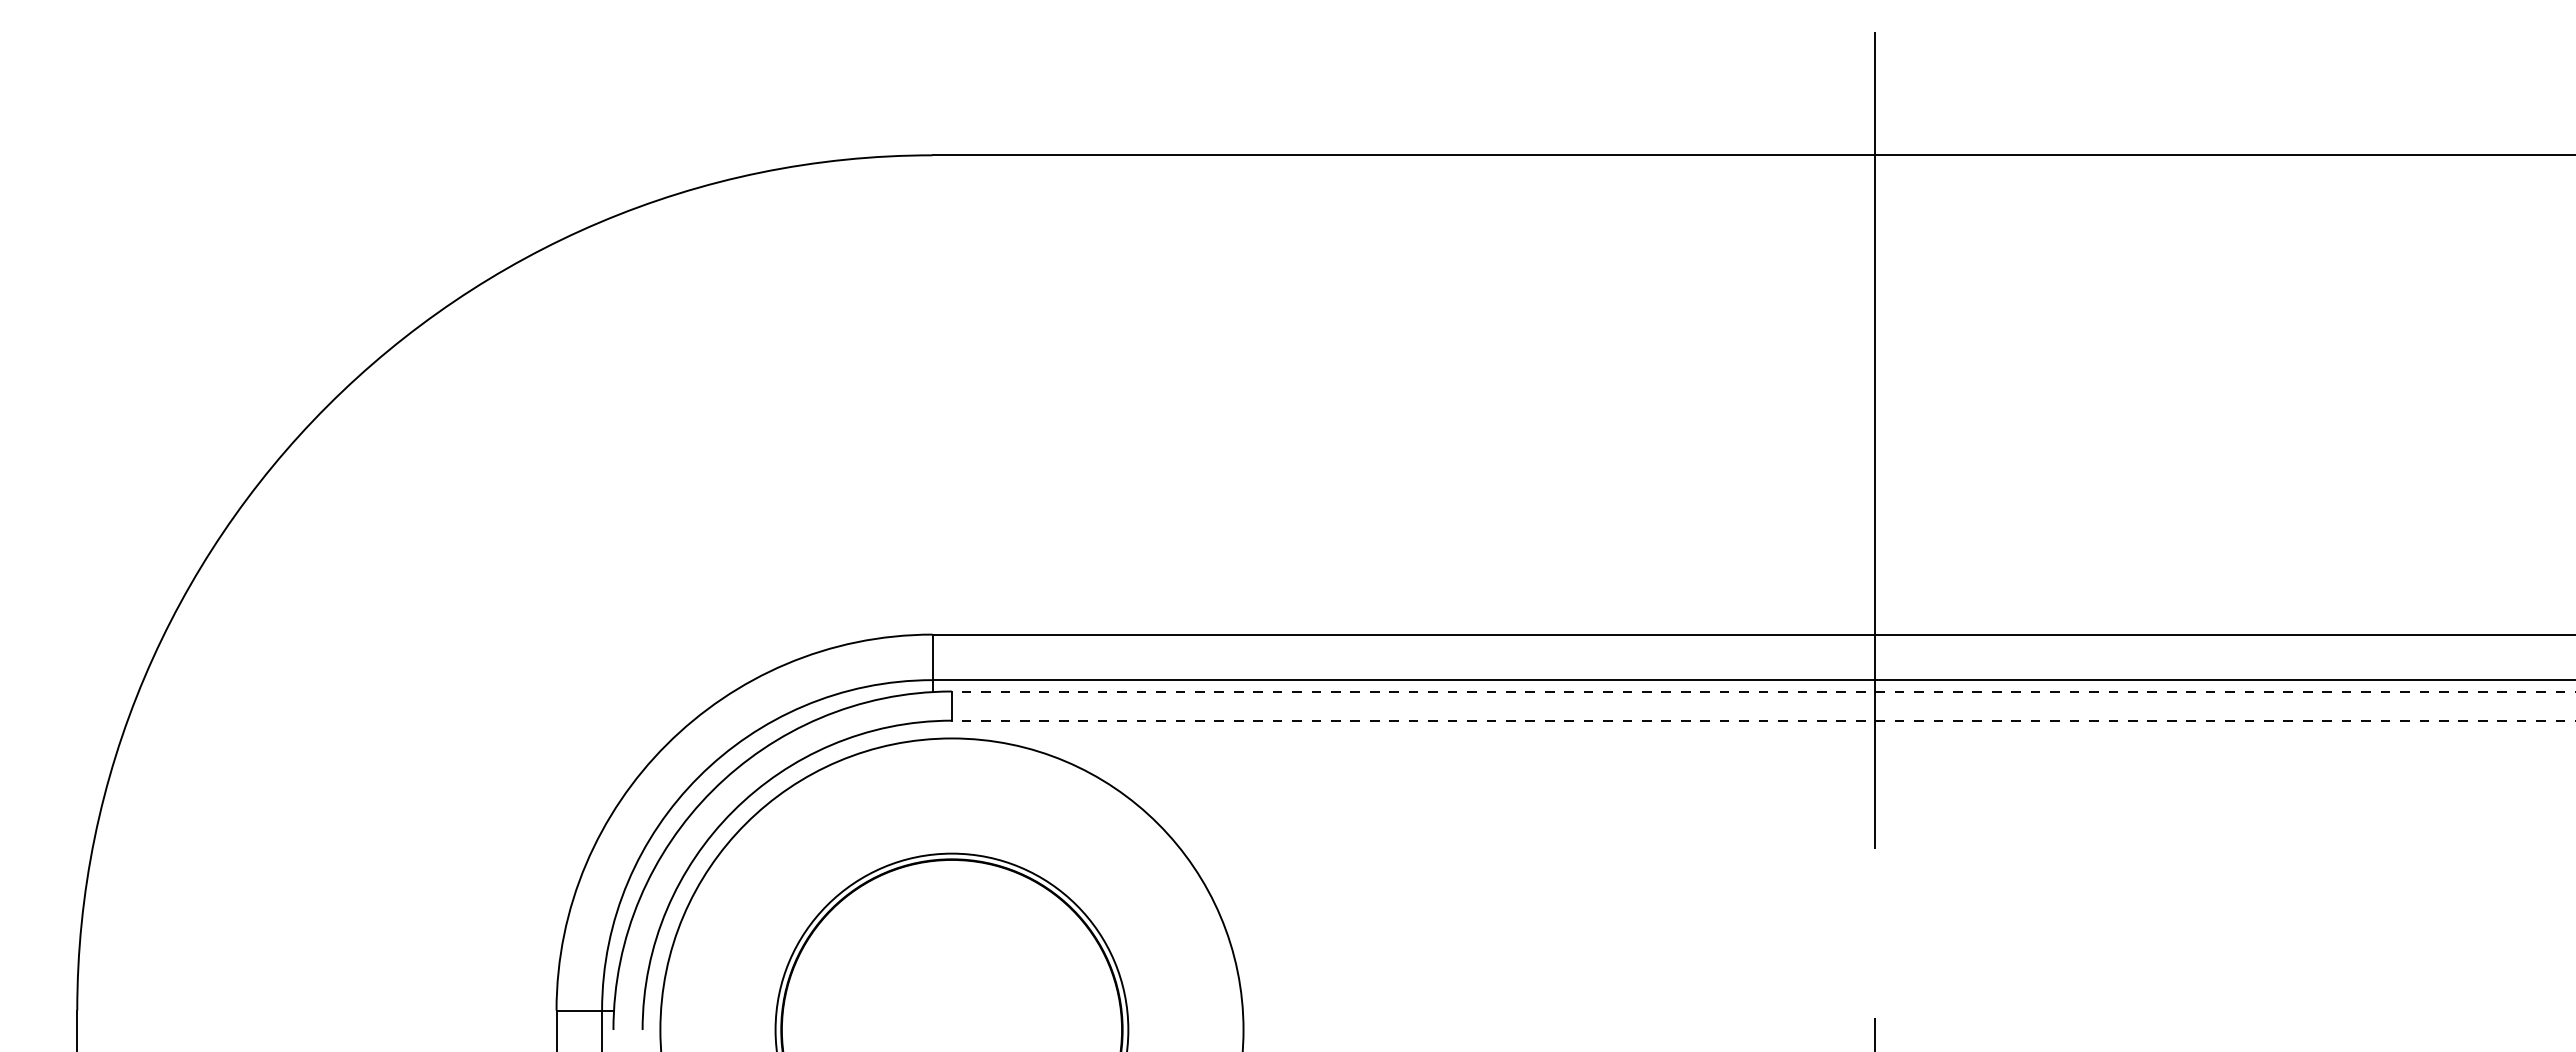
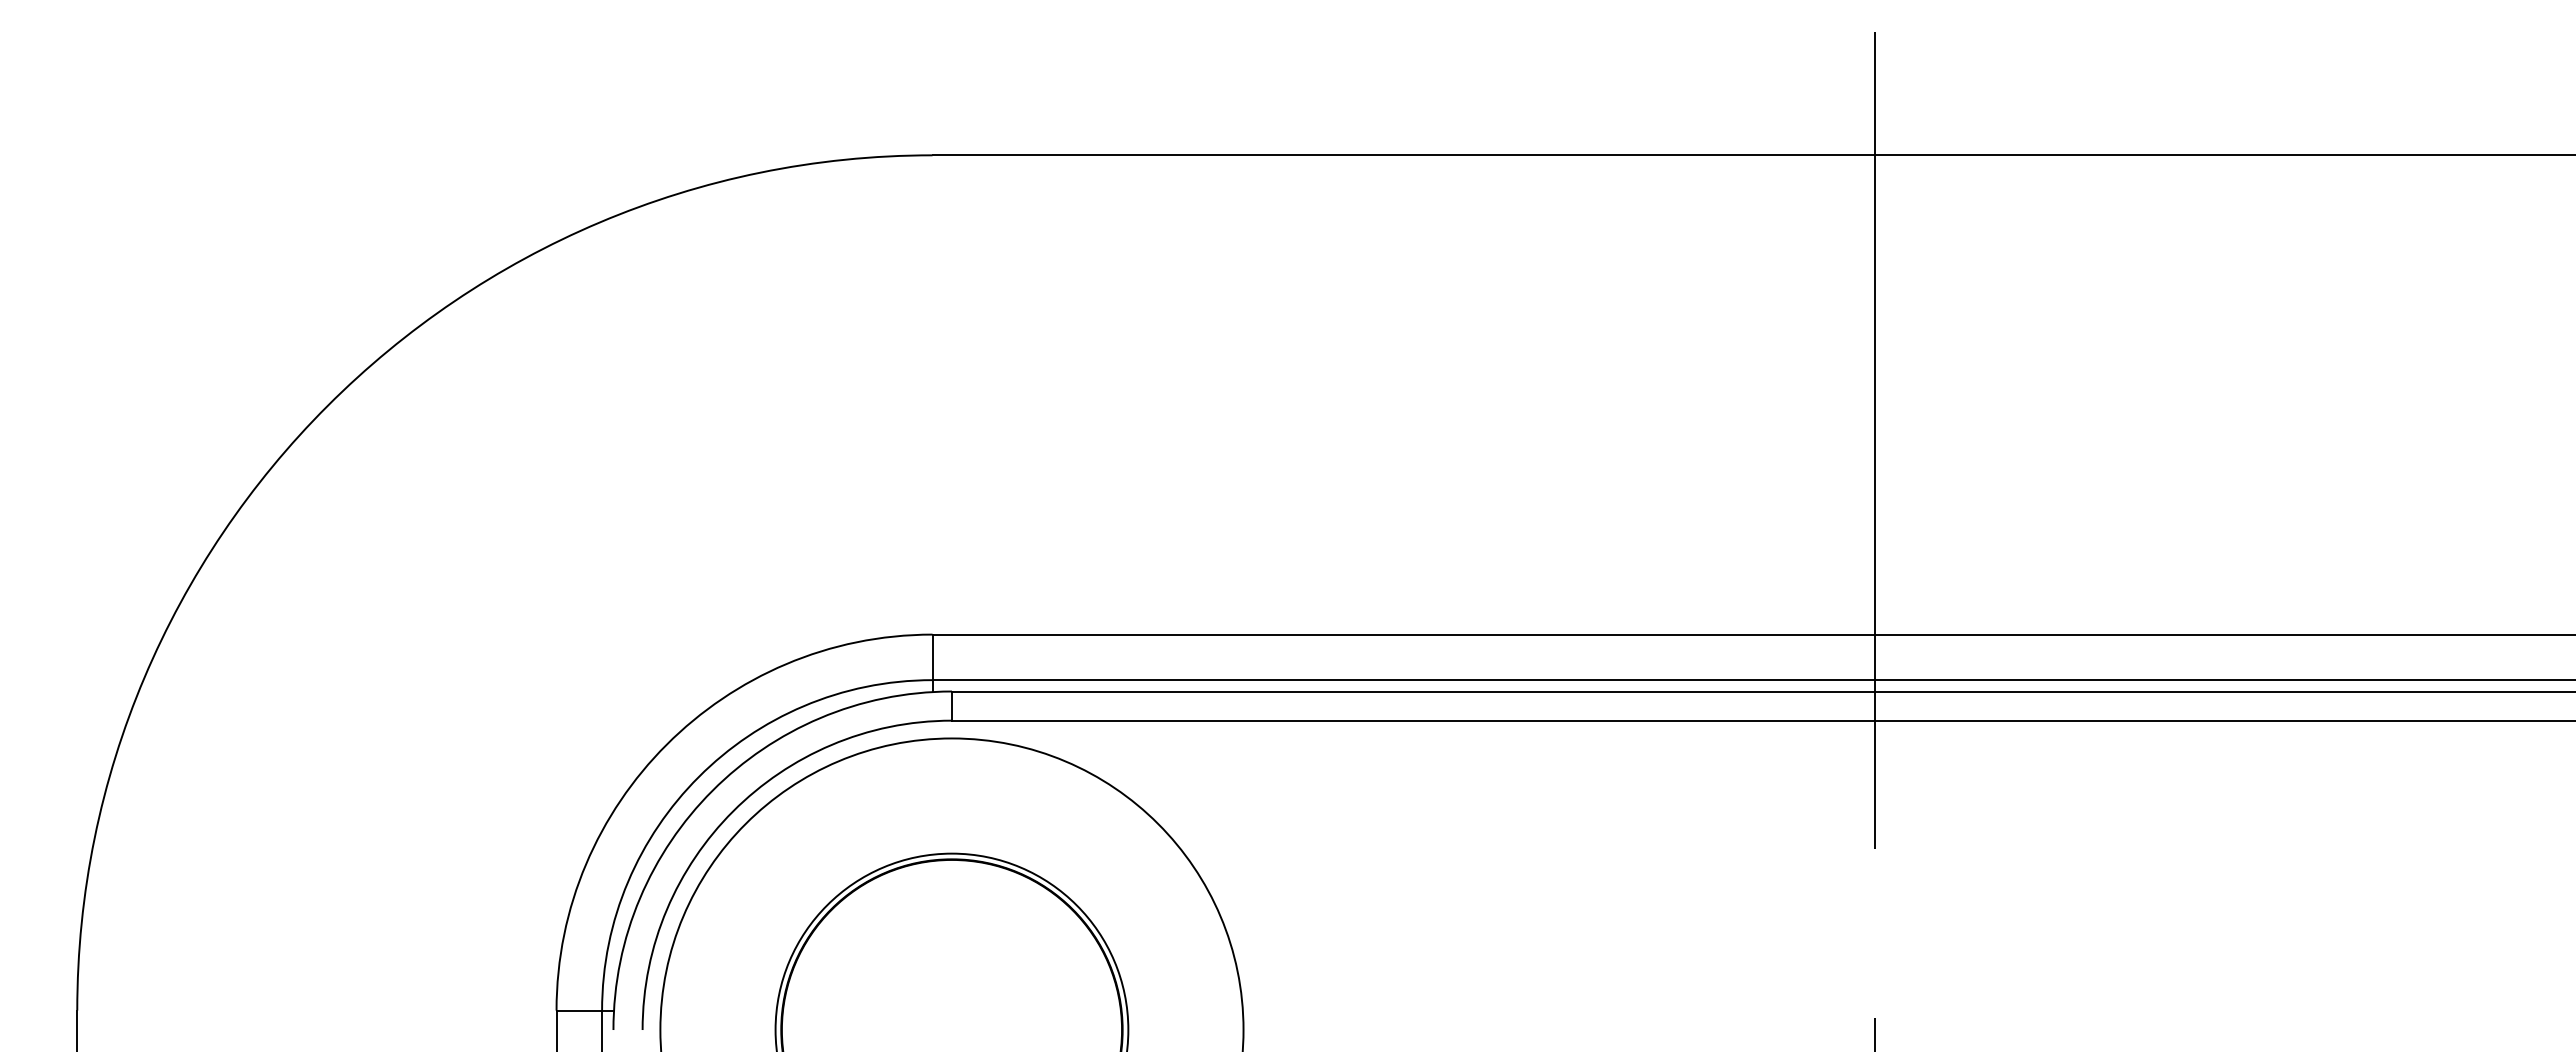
line at (1763, 691): dashed -> solid
line at (1763, 720): dashed -> solid
